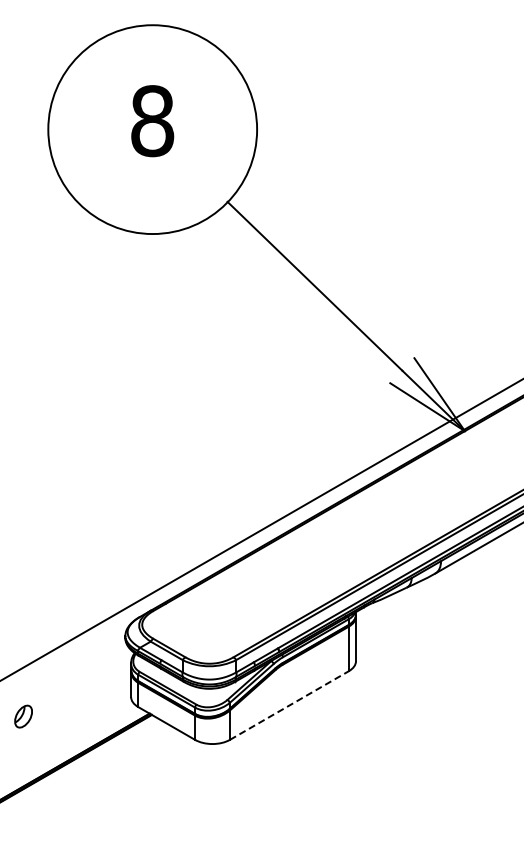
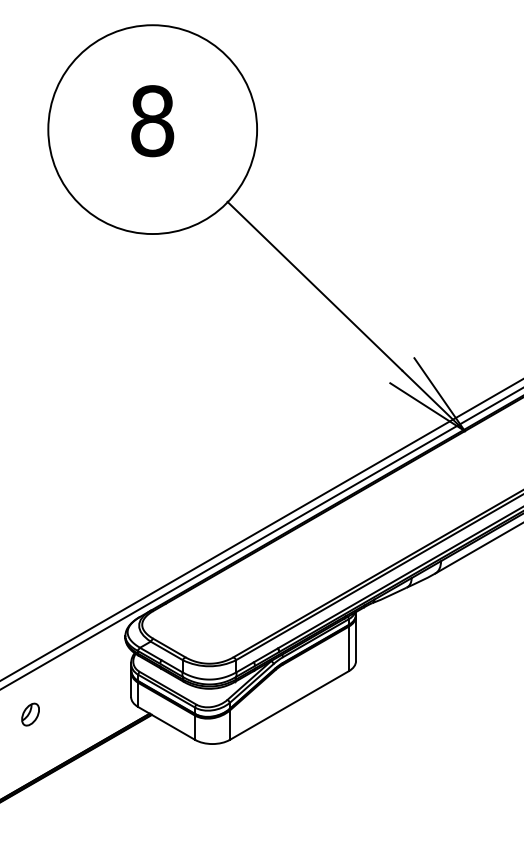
line at (261, 538): none -> present
line at (289, 705): dashed -> solid
part at (23, 716) position: (23, 716) -> (30, 714)
